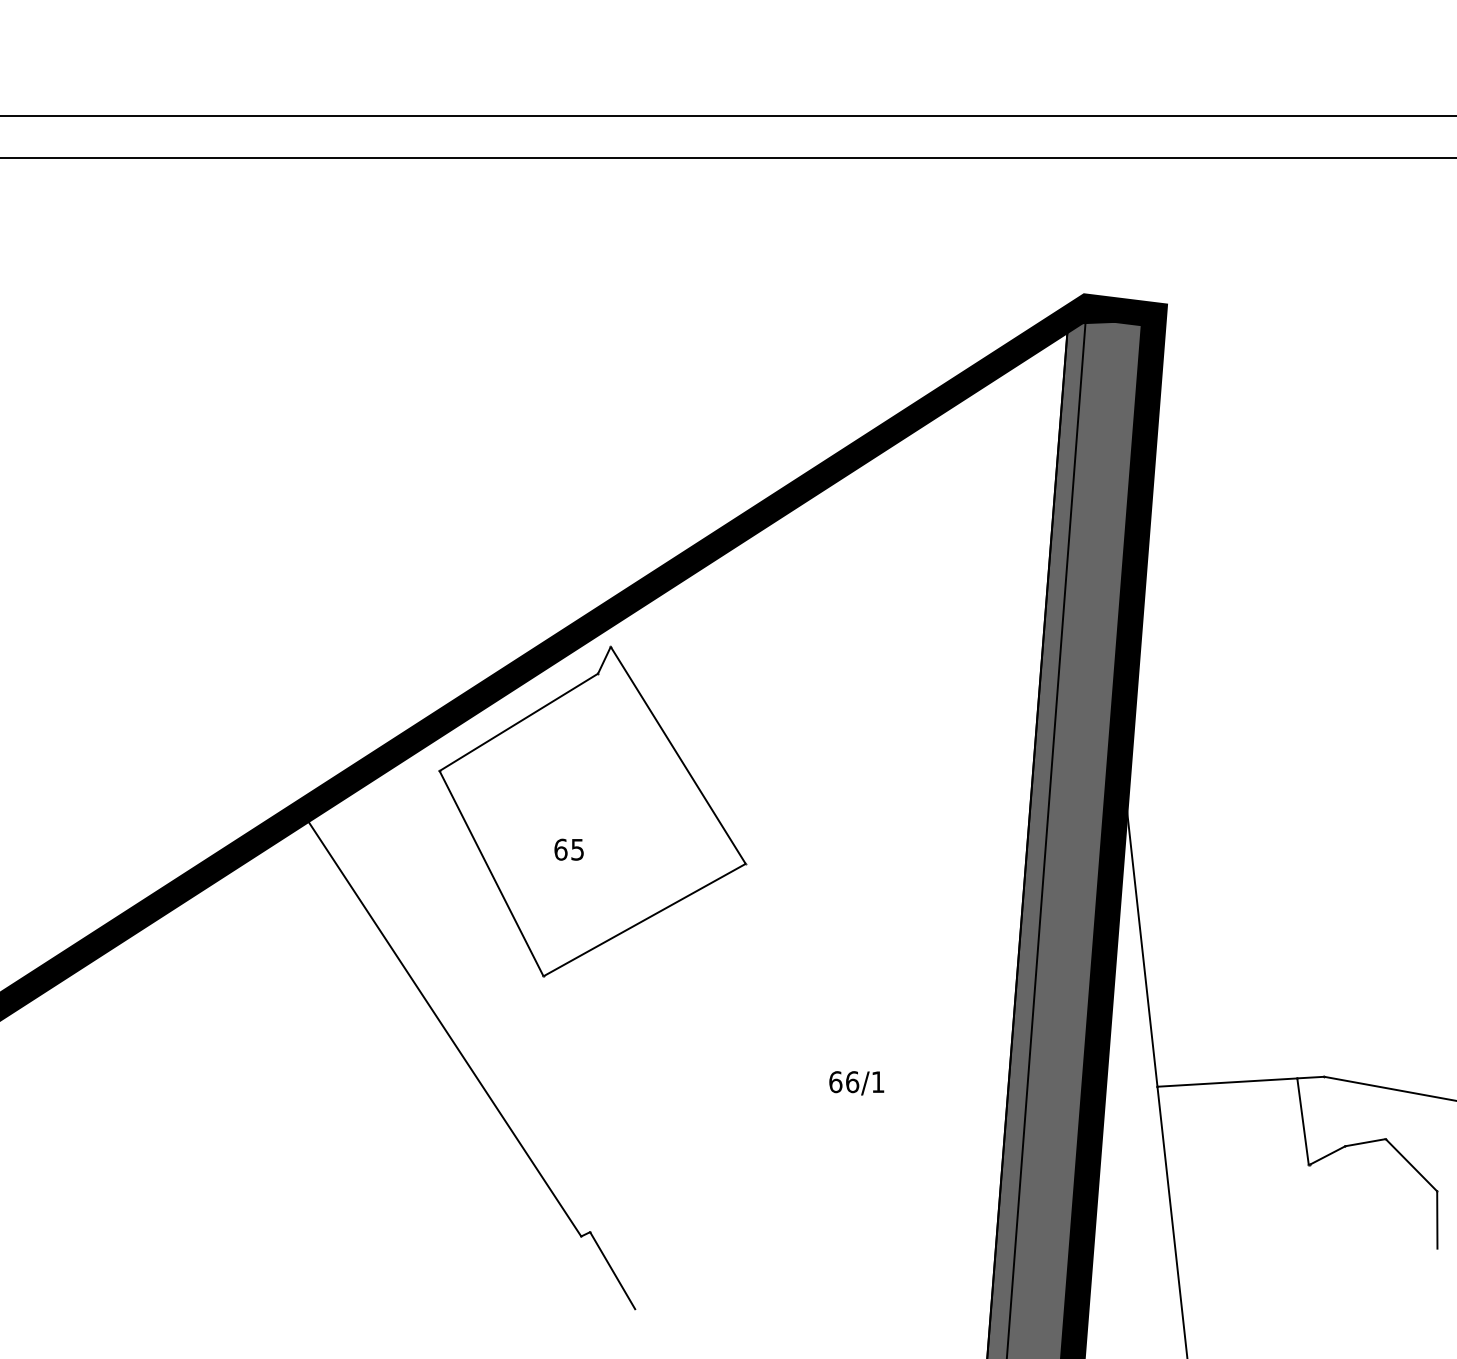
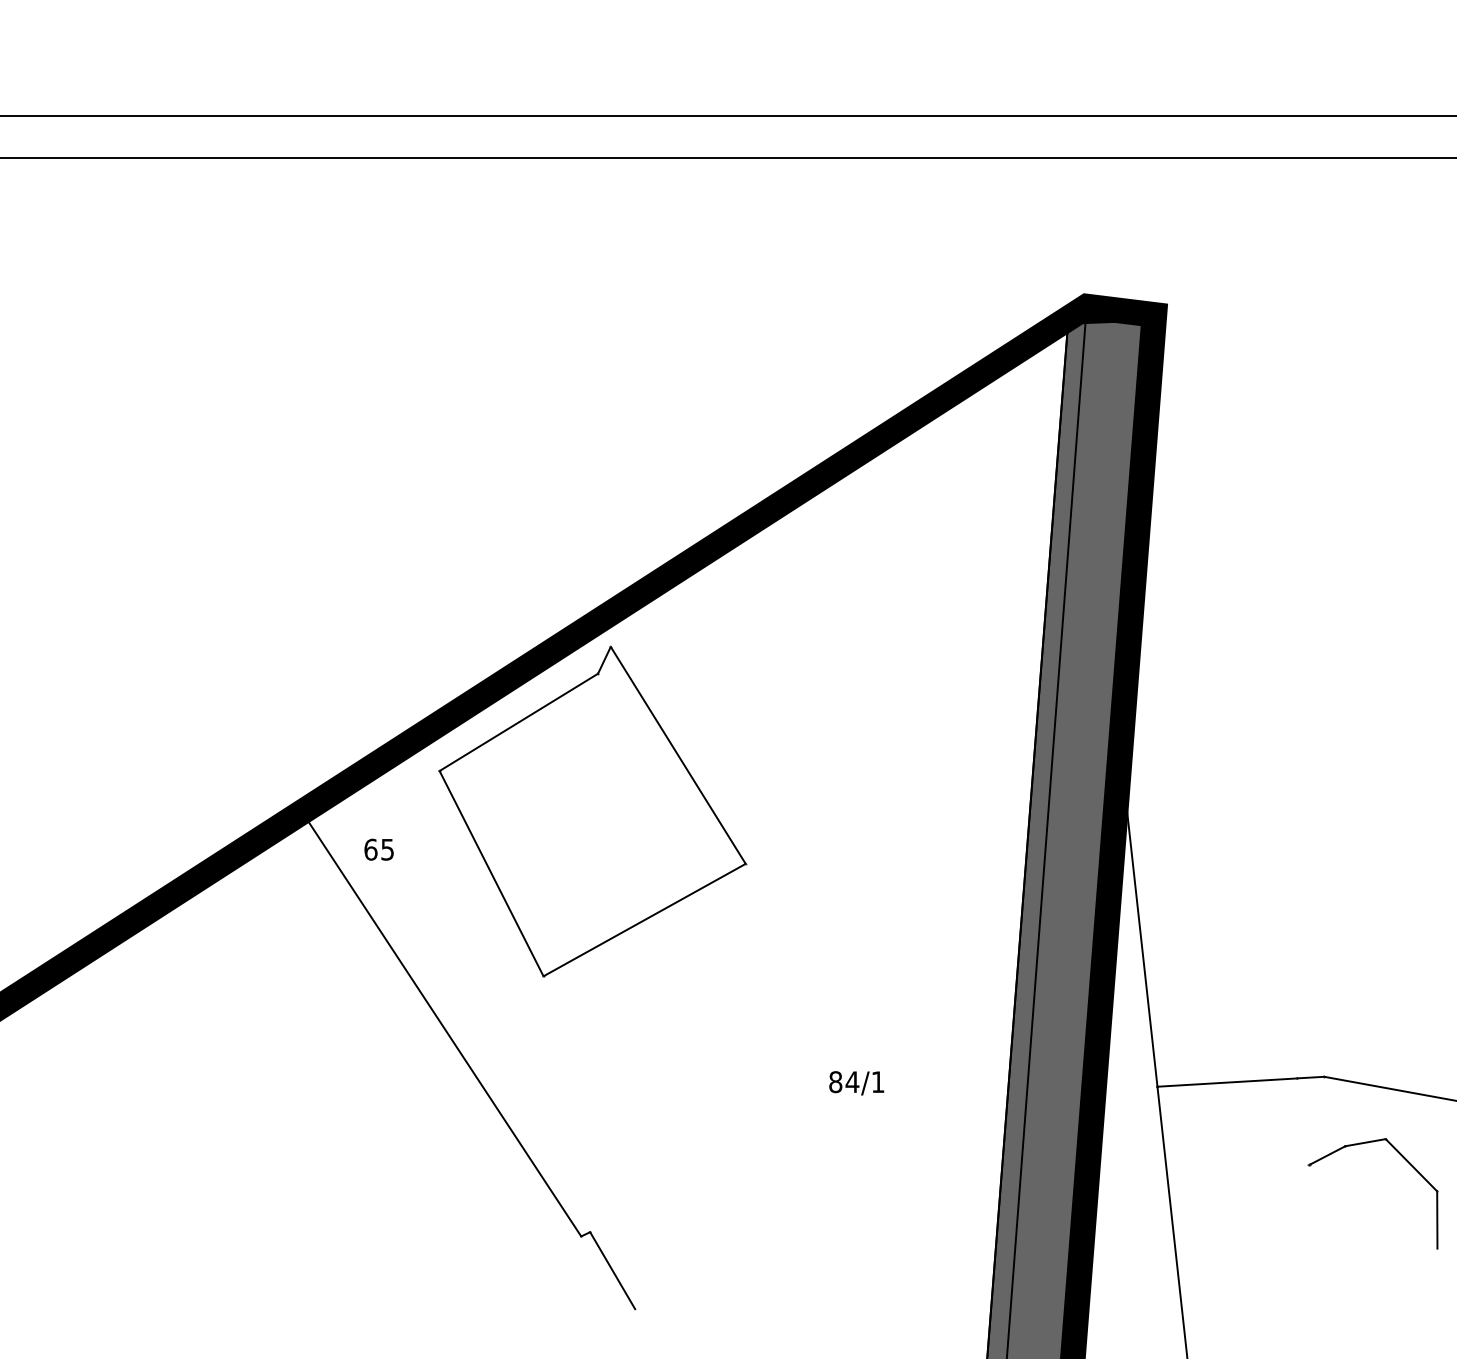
text at (568, 849) position: (568, 849) -> (378, 849)
text at (844, 1082): 66/1 -> 84/1
line at (1302, 1121): present -> none
